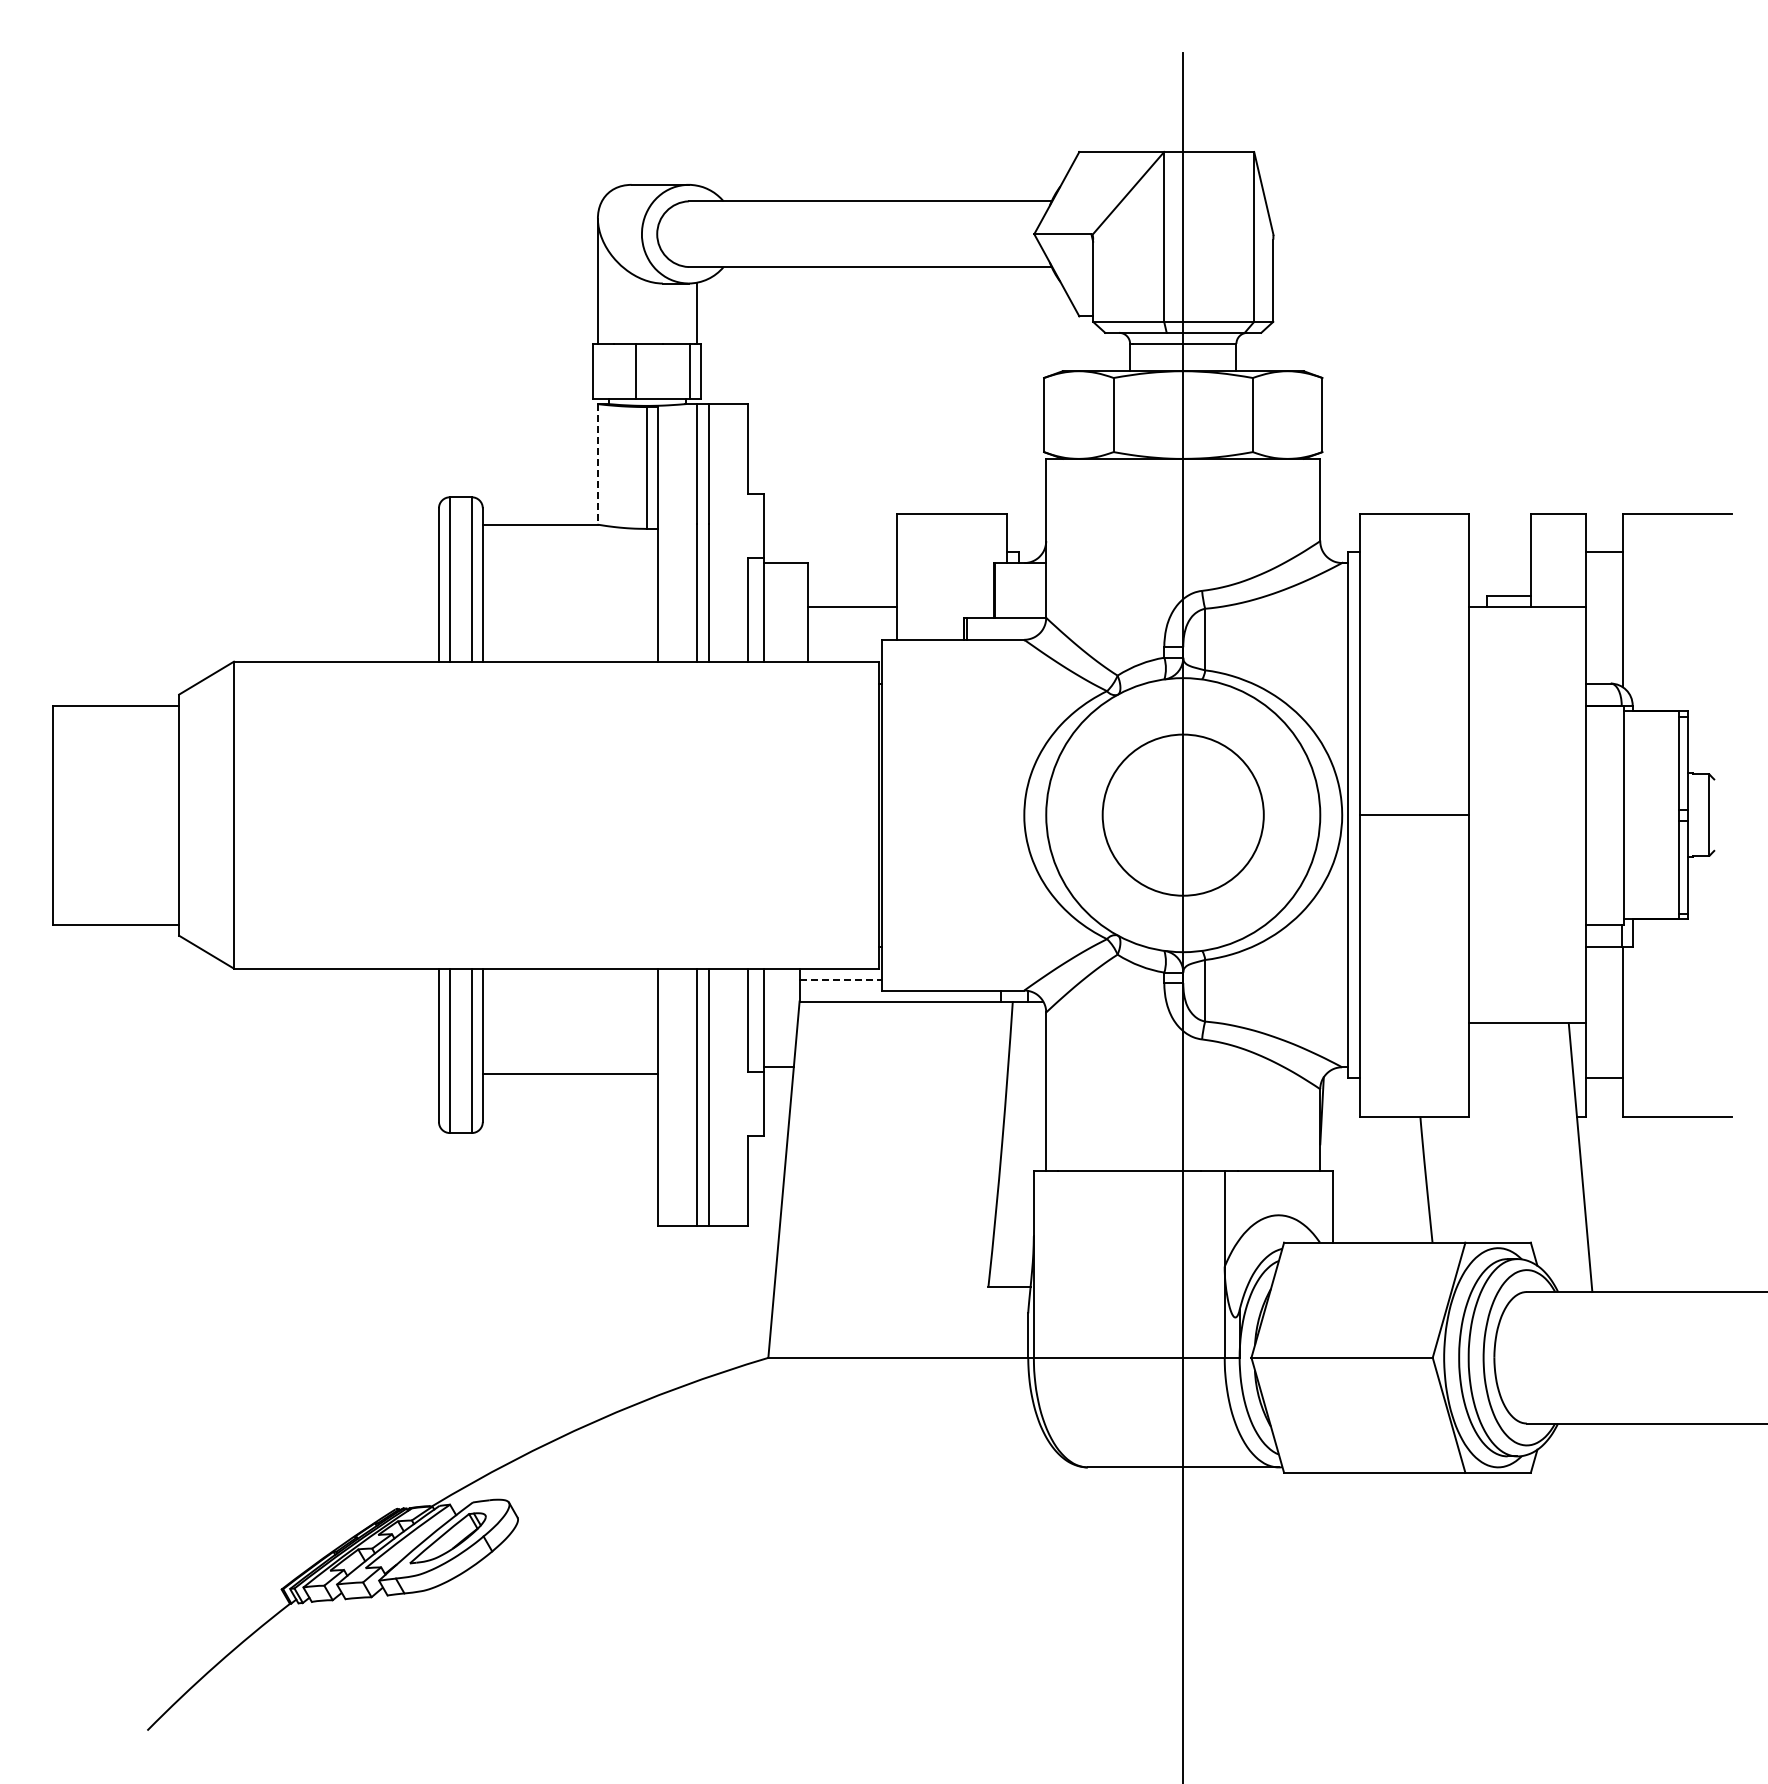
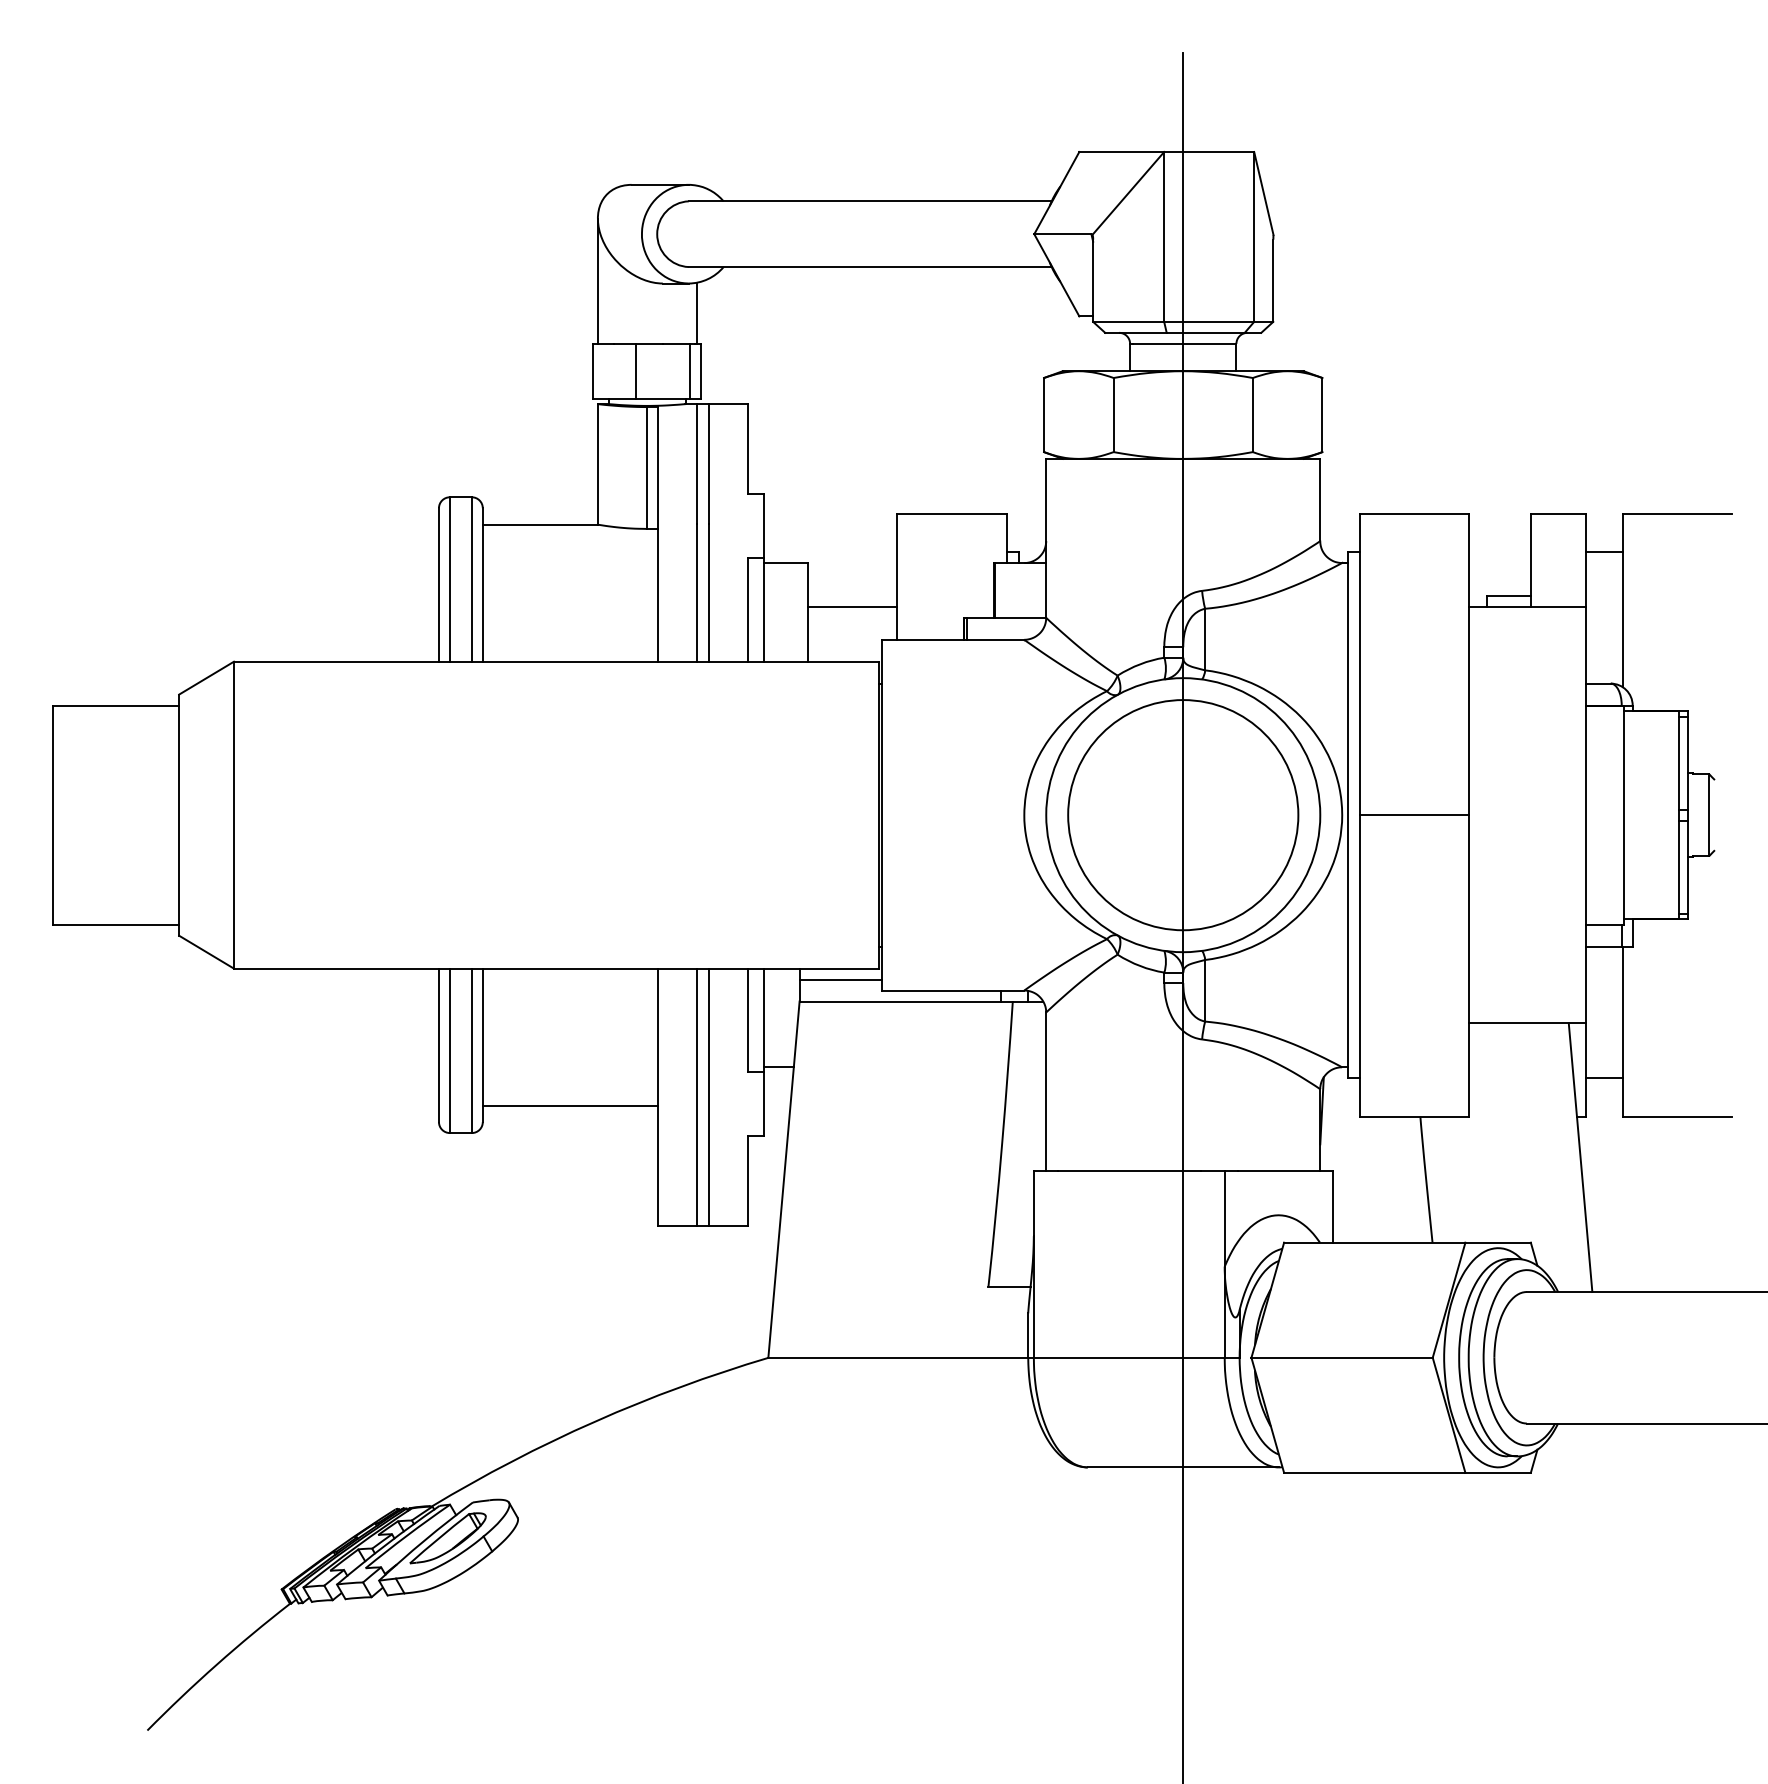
line at (597, 464): dashed -> solid
circle at (1182, 814) diameter: 161 px -> 230 px
line at (841, 979): dashed -> solid
line at (570, 1073) position: (570, 1073) -> (570, 1105)
